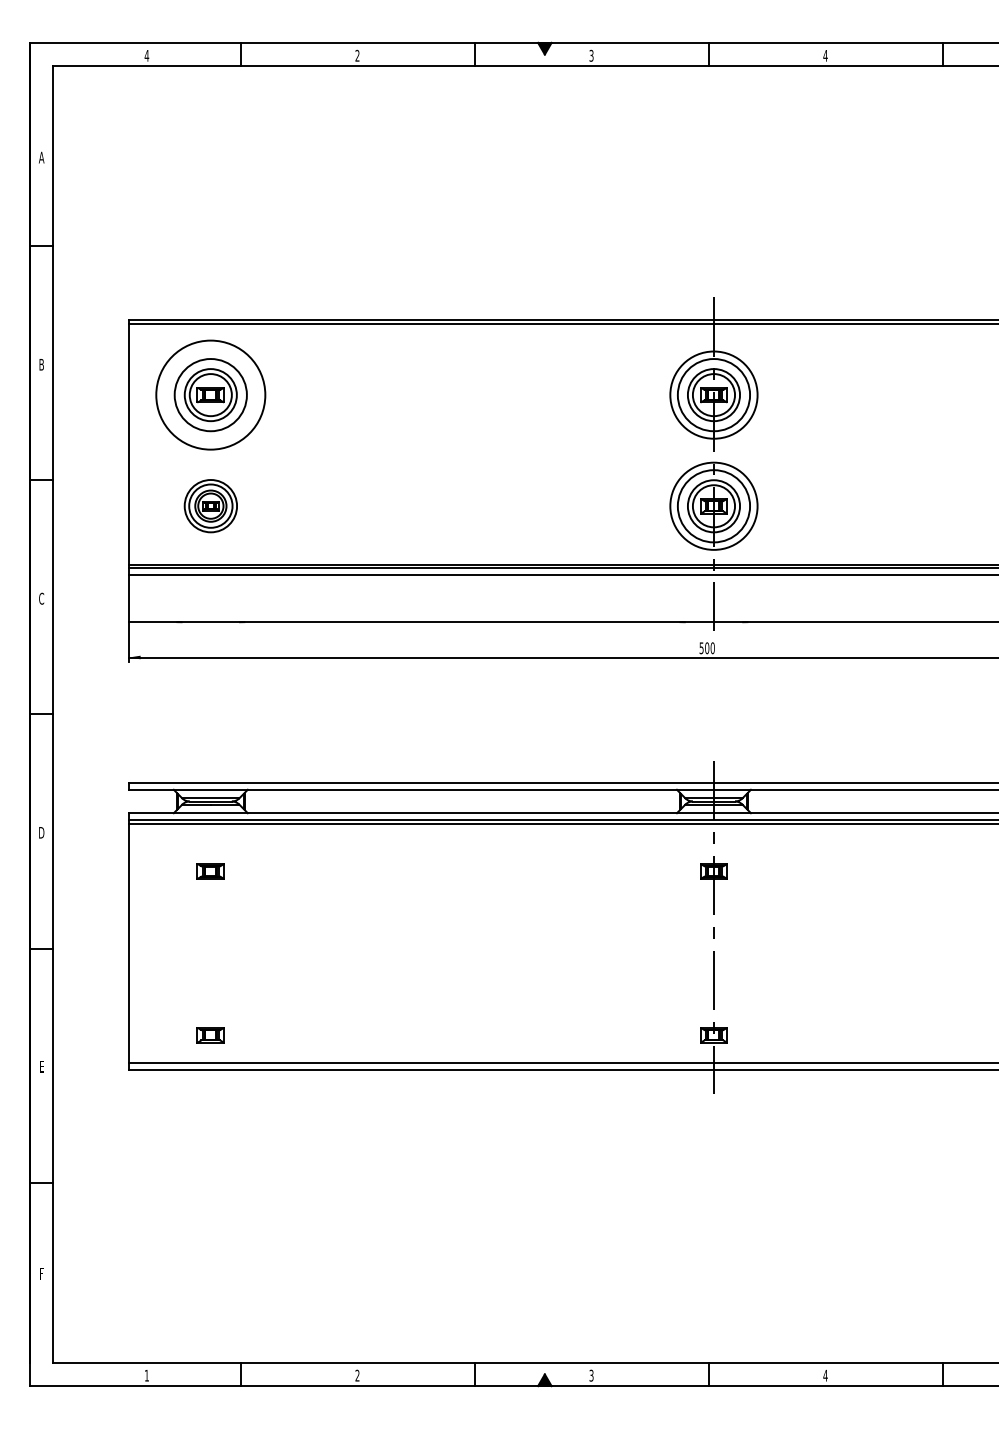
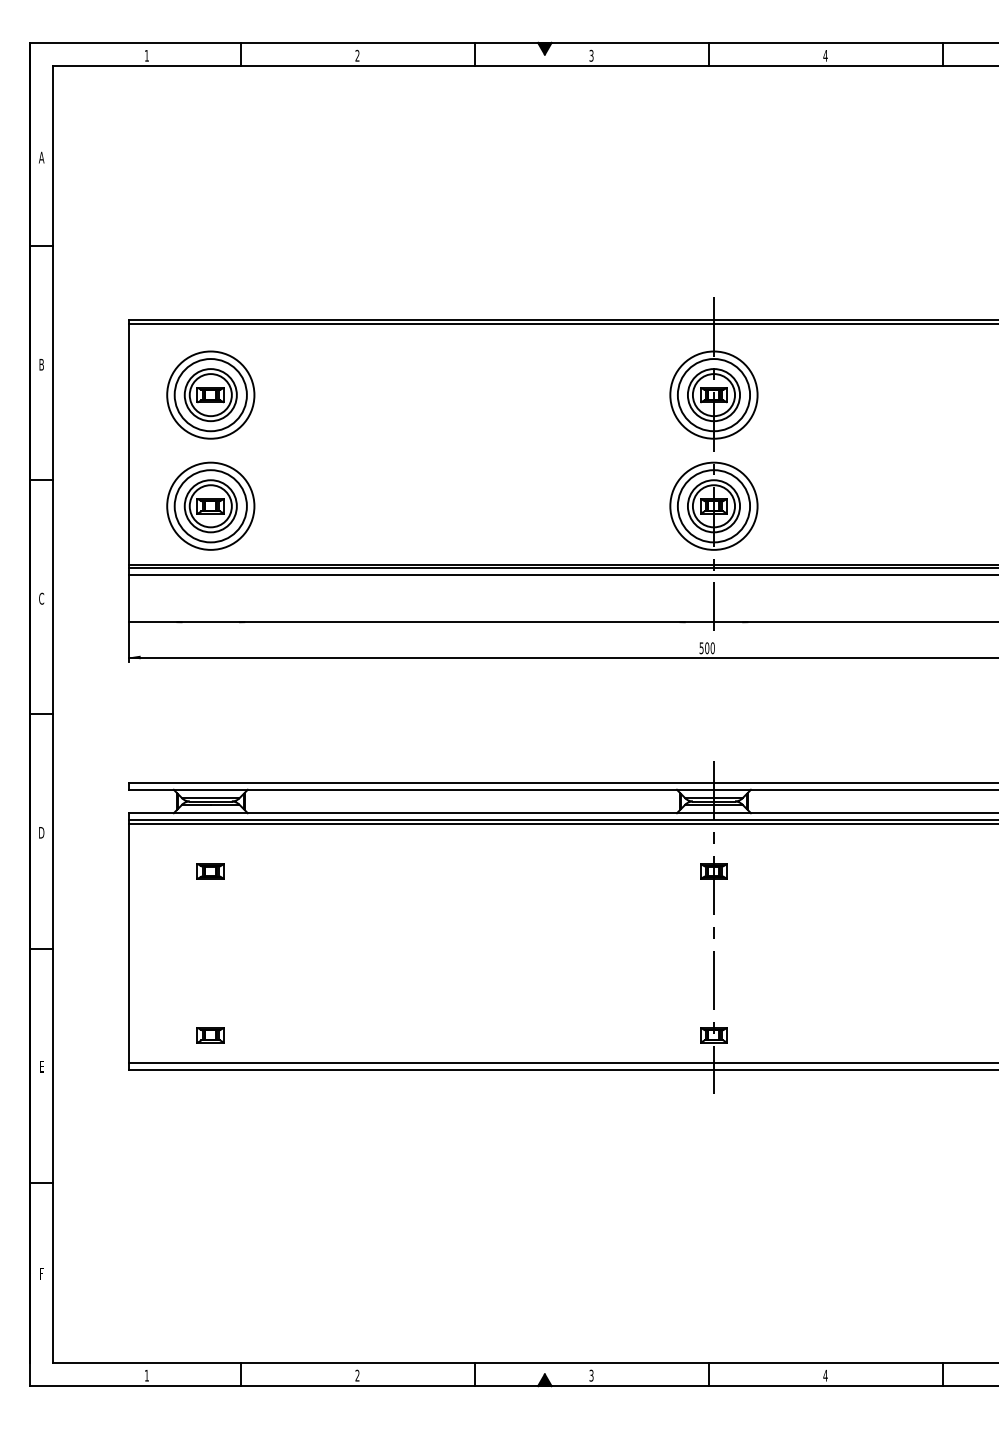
text at (146, 55): 4 -> 1
circle at (210, 394) diameter: 109 px -> 87 px
part at (210, 506) size: 55x55 px -> 90x90 px
